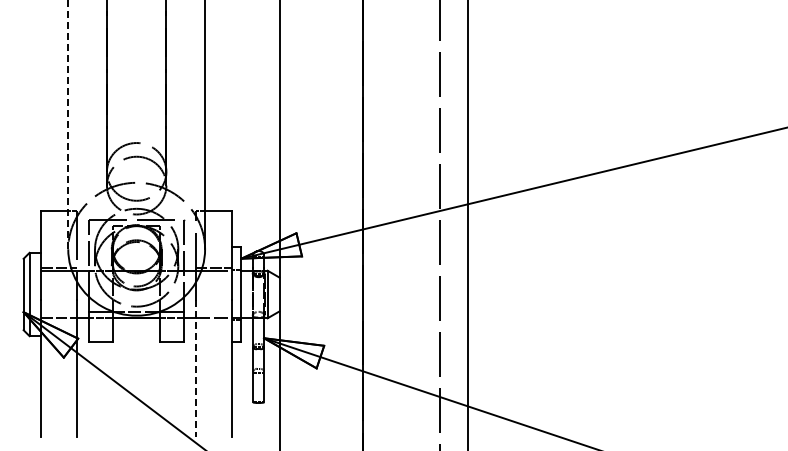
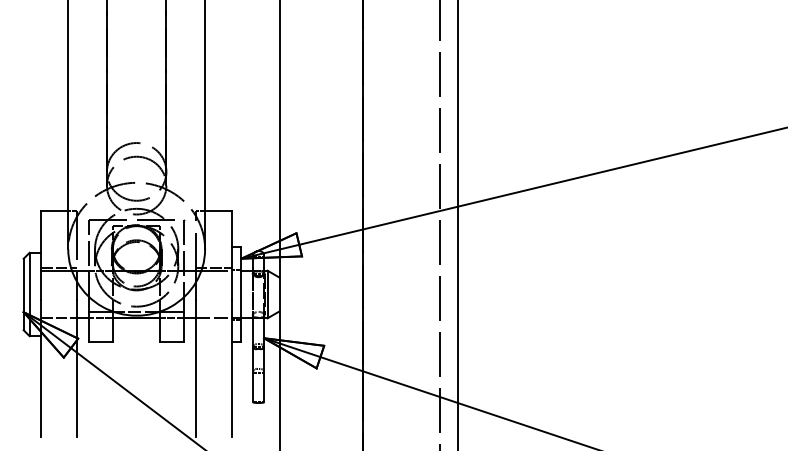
line at (68, 124): dashed -> solid
line at (468, 224) position: (468, 224) -> (458, 224)
line at (196, 369): dashed -> solid
